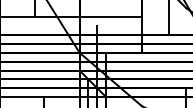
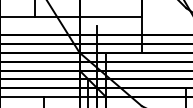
line at (168, 18): present -> none
